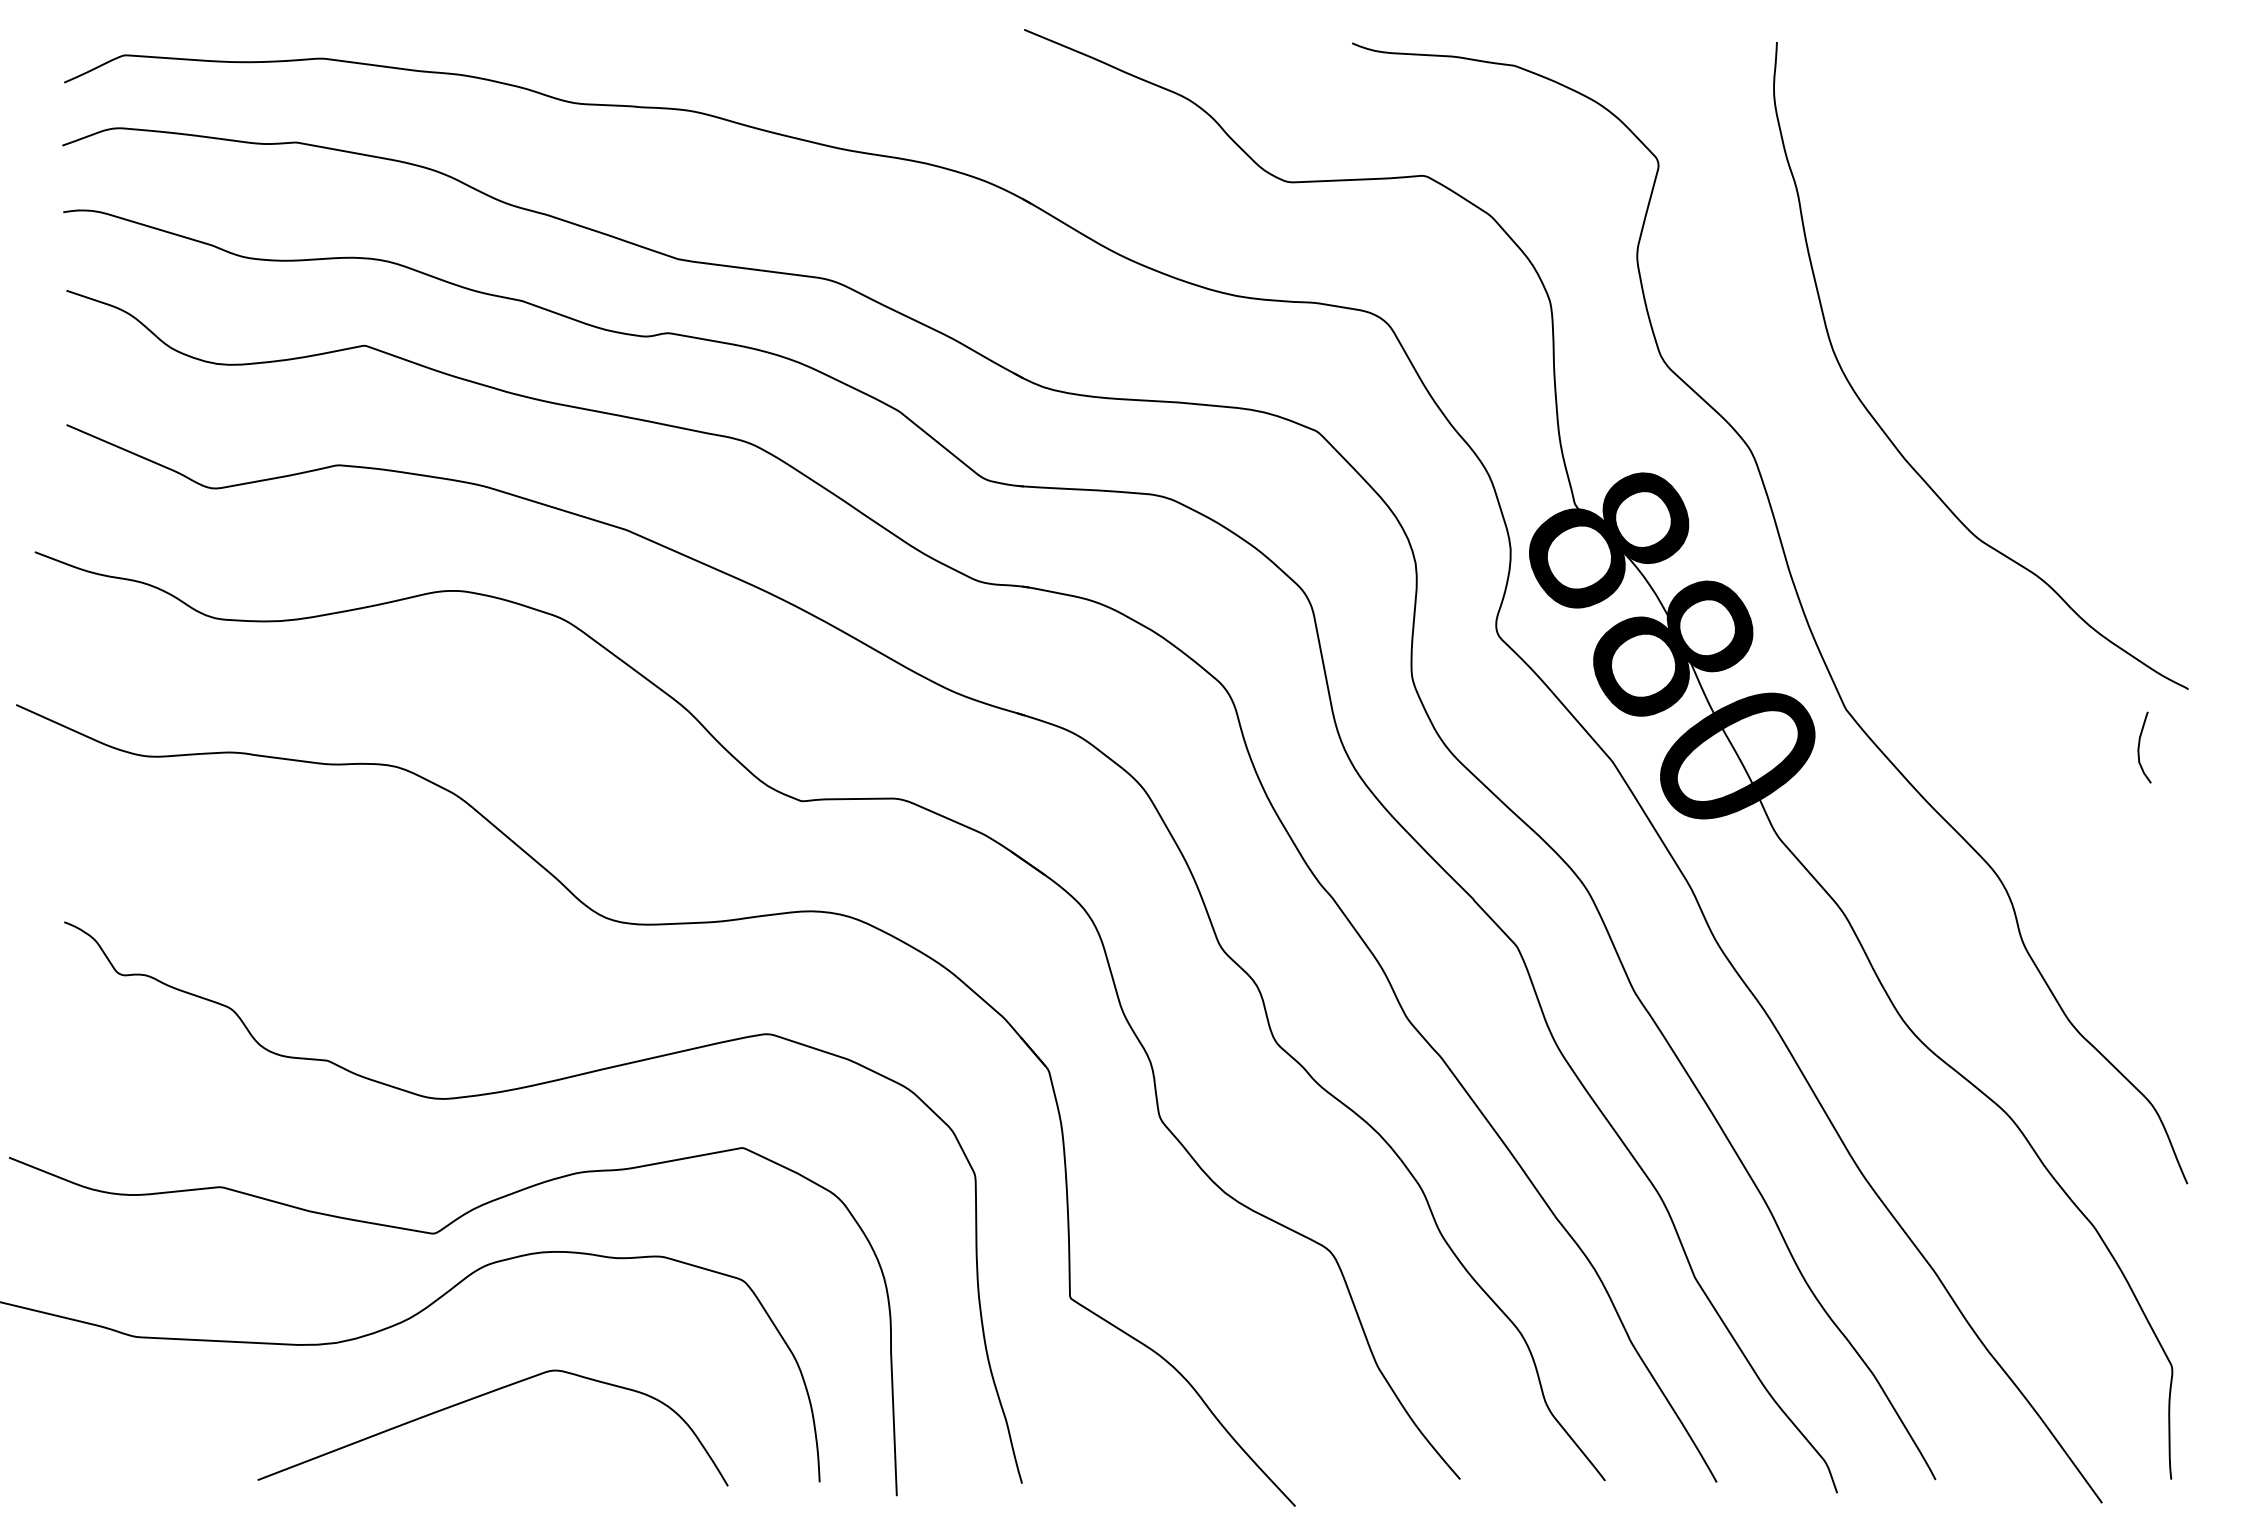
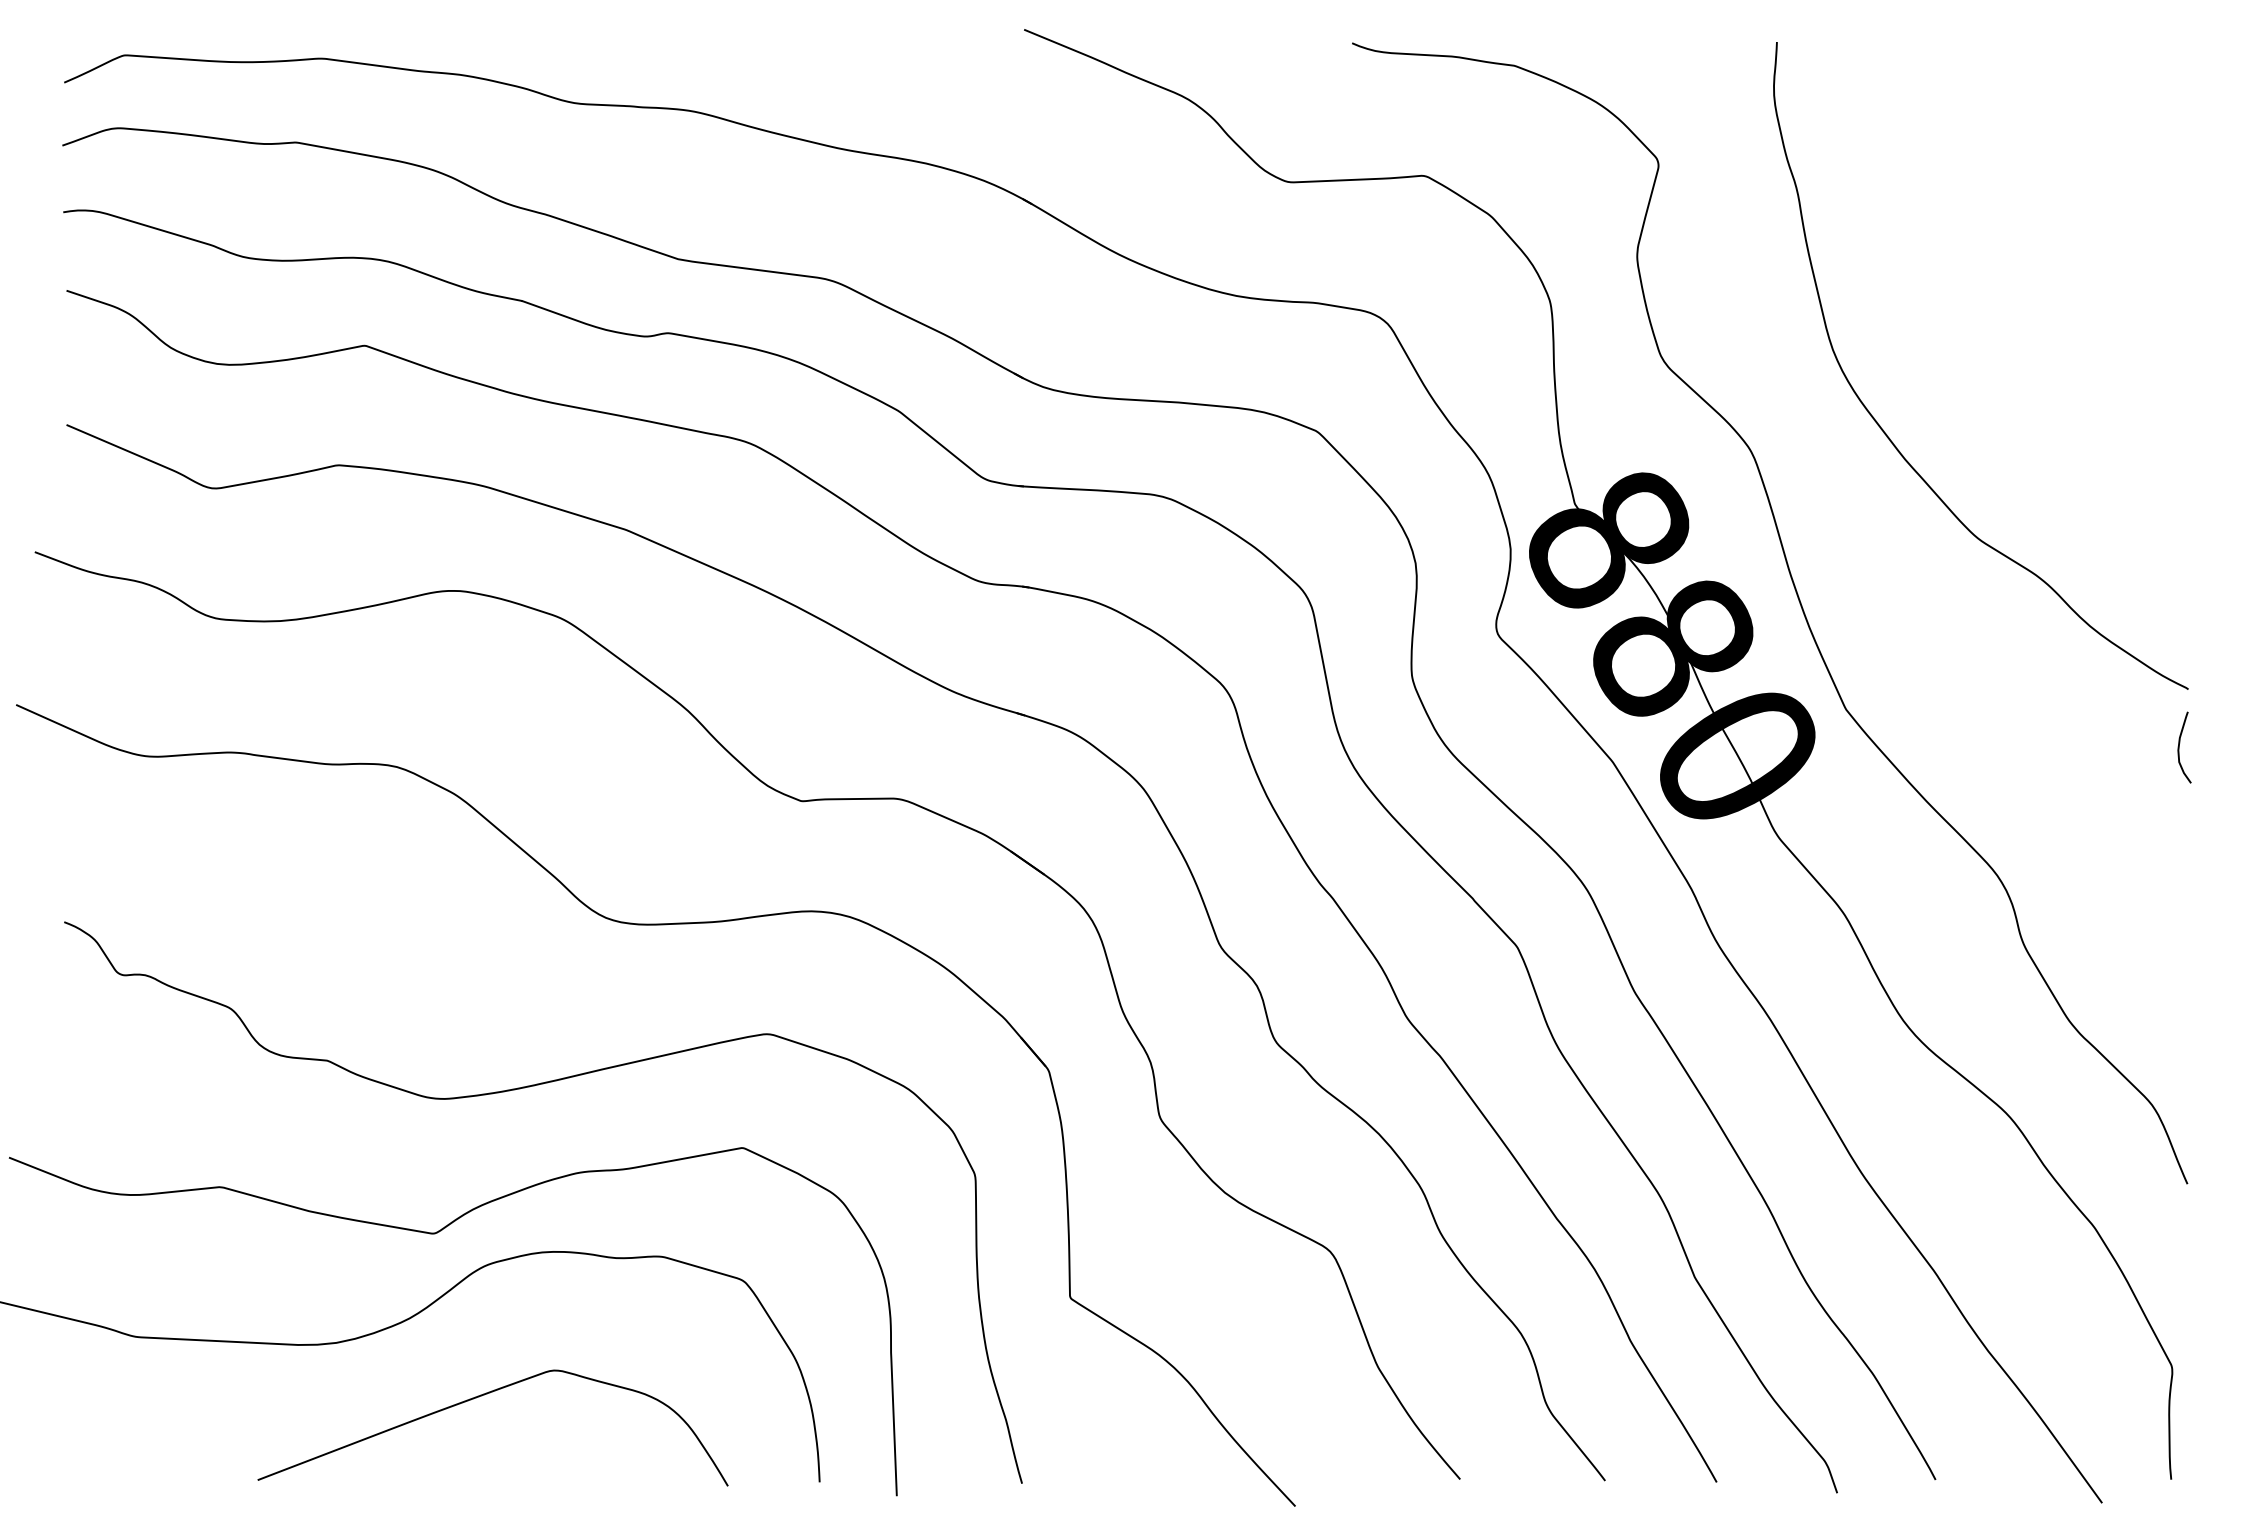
curve at (2139, 747) position: (2139, 747) -> (2179, 747)
